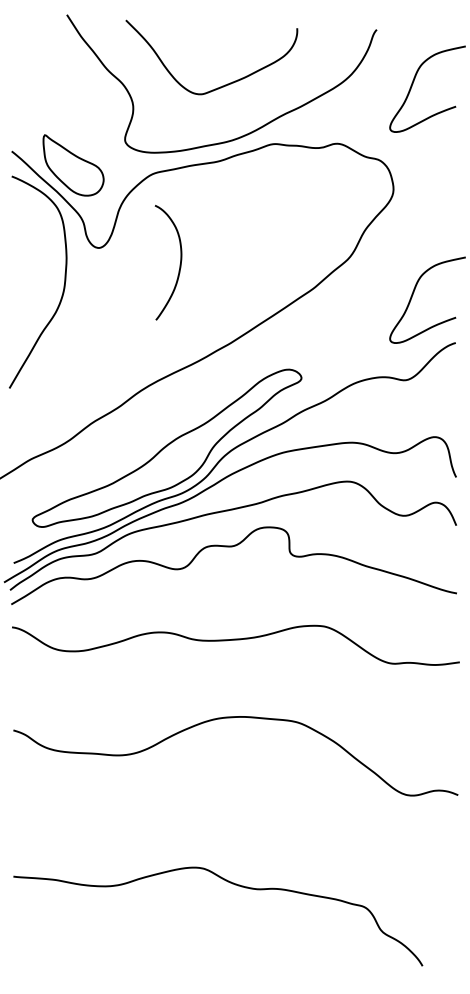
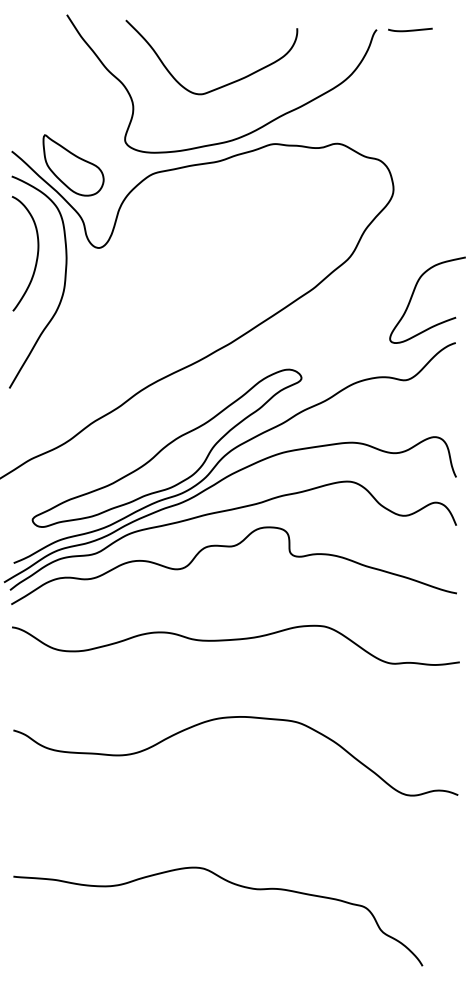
curve at (410, 29): none -> present
curve at (413, 84): present -> none
curve at (179, 264) position: (179, 264) -> (36, 255)
